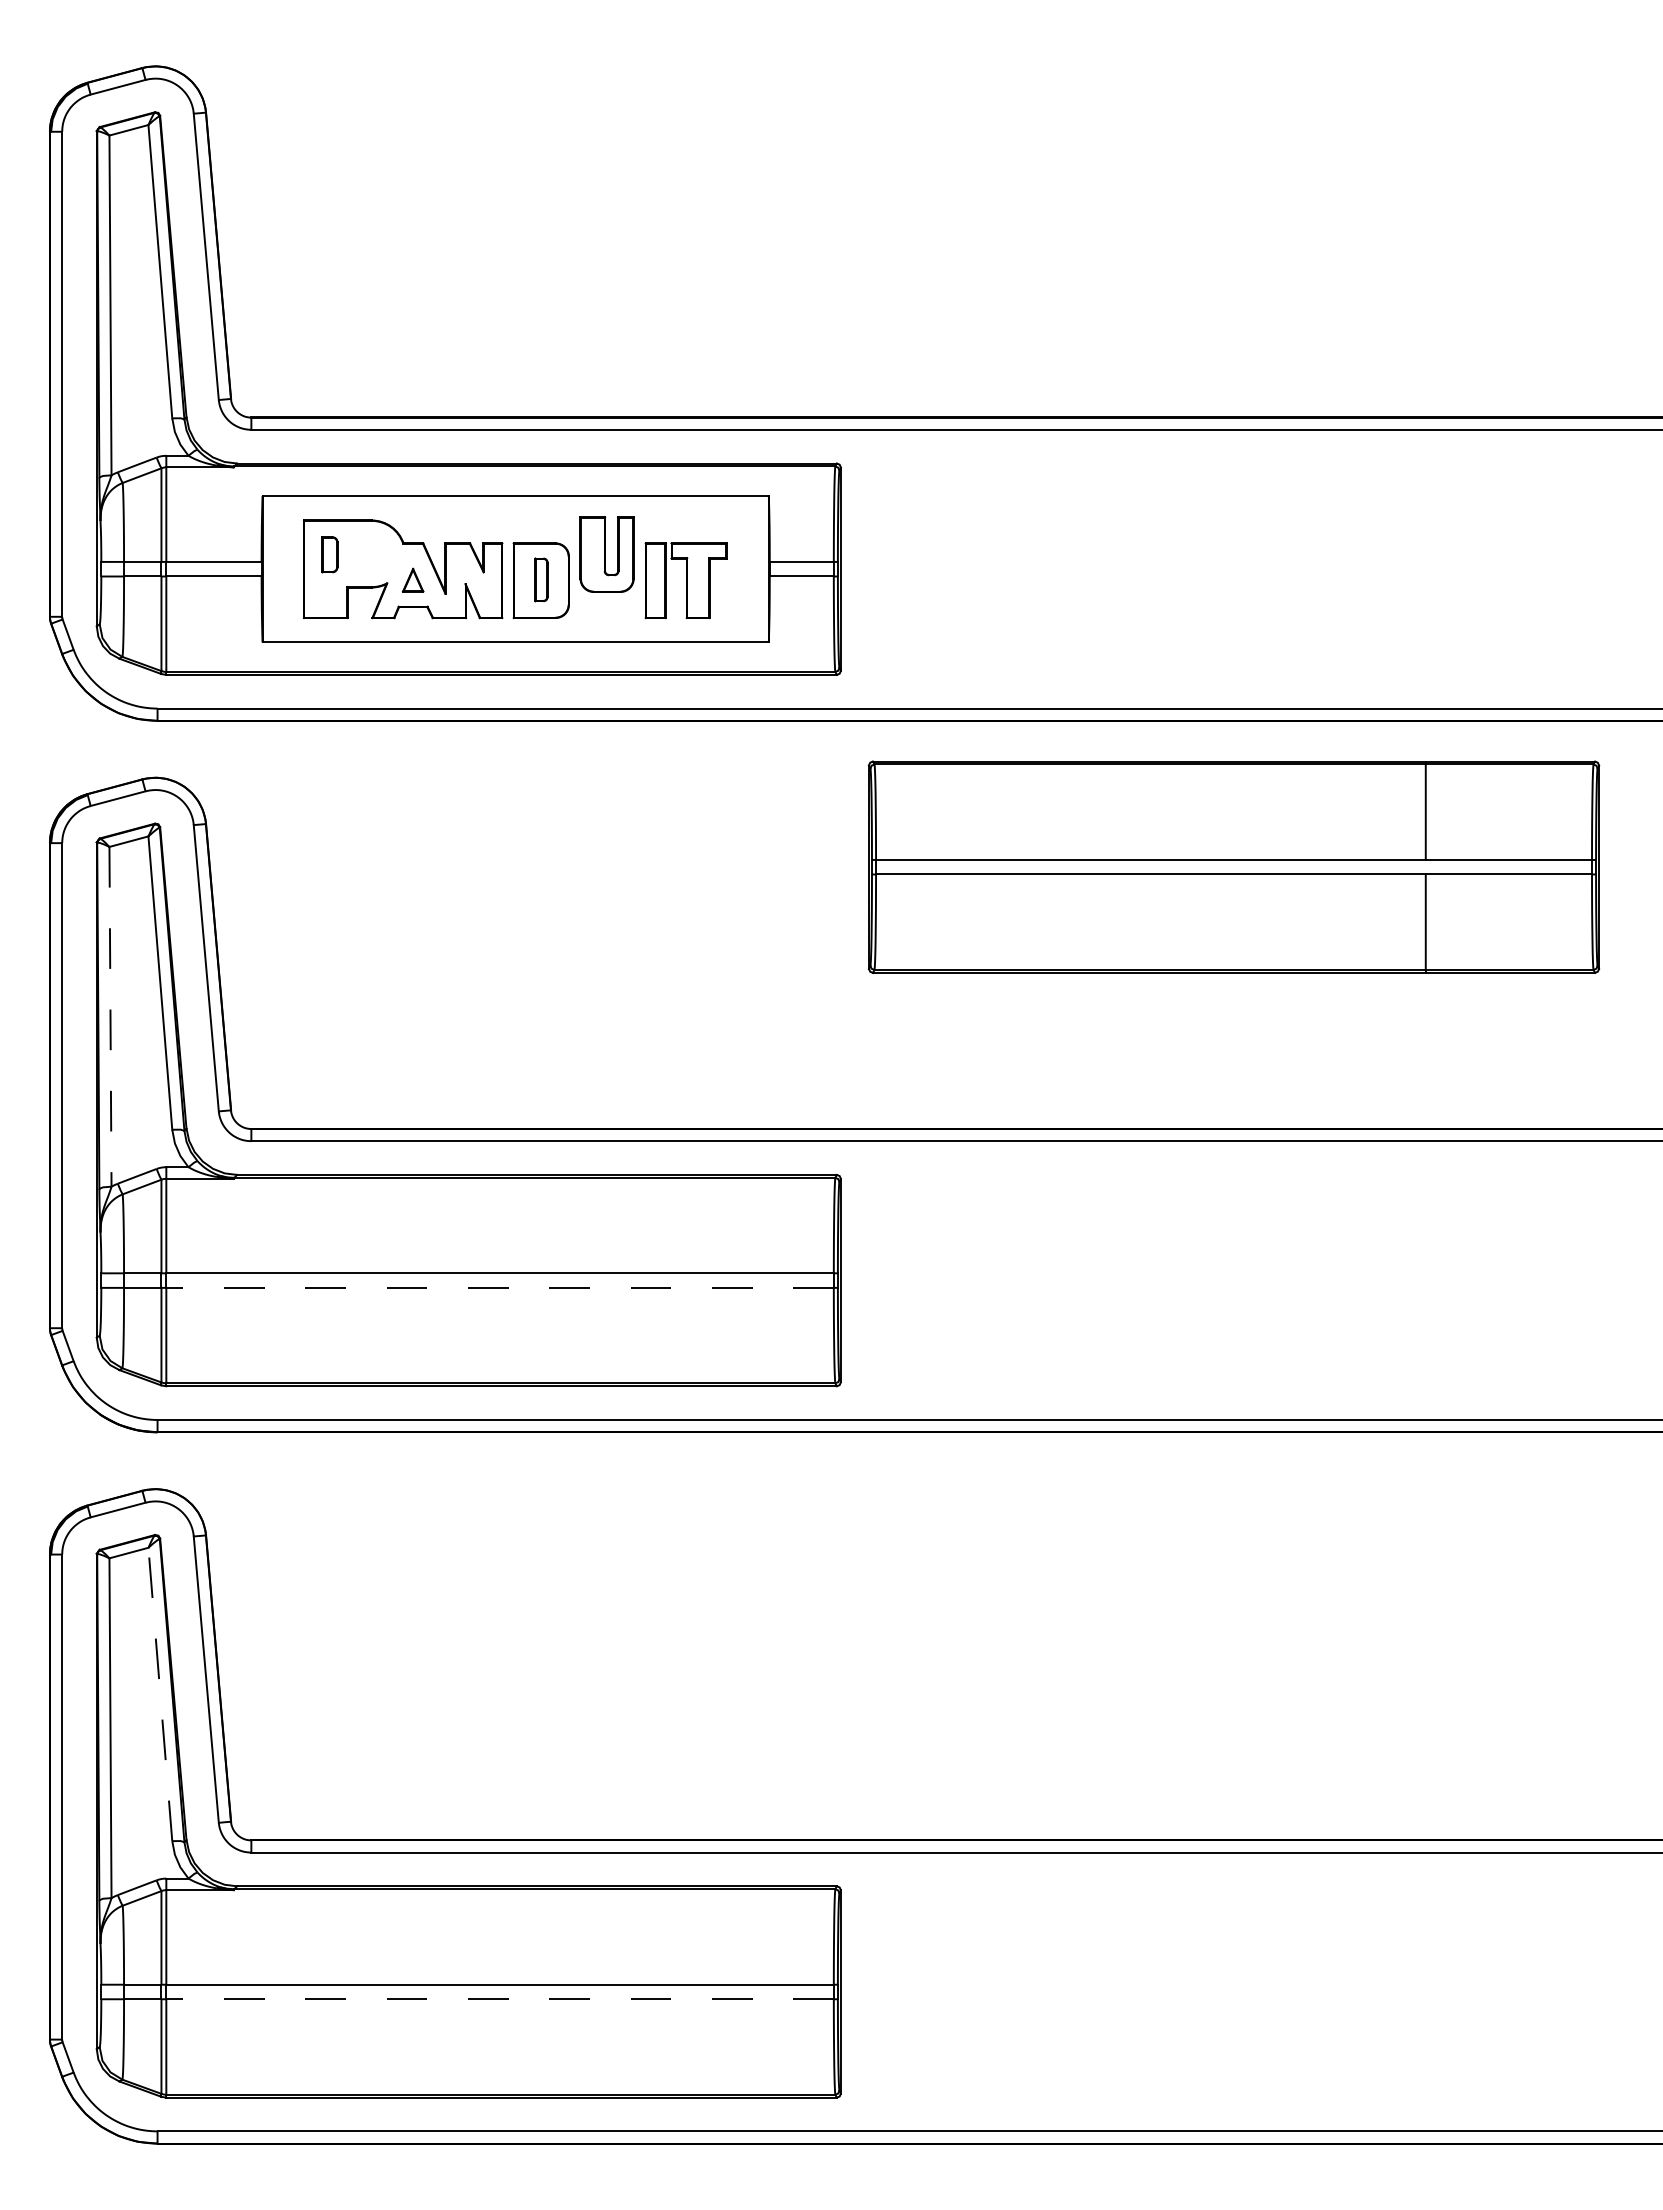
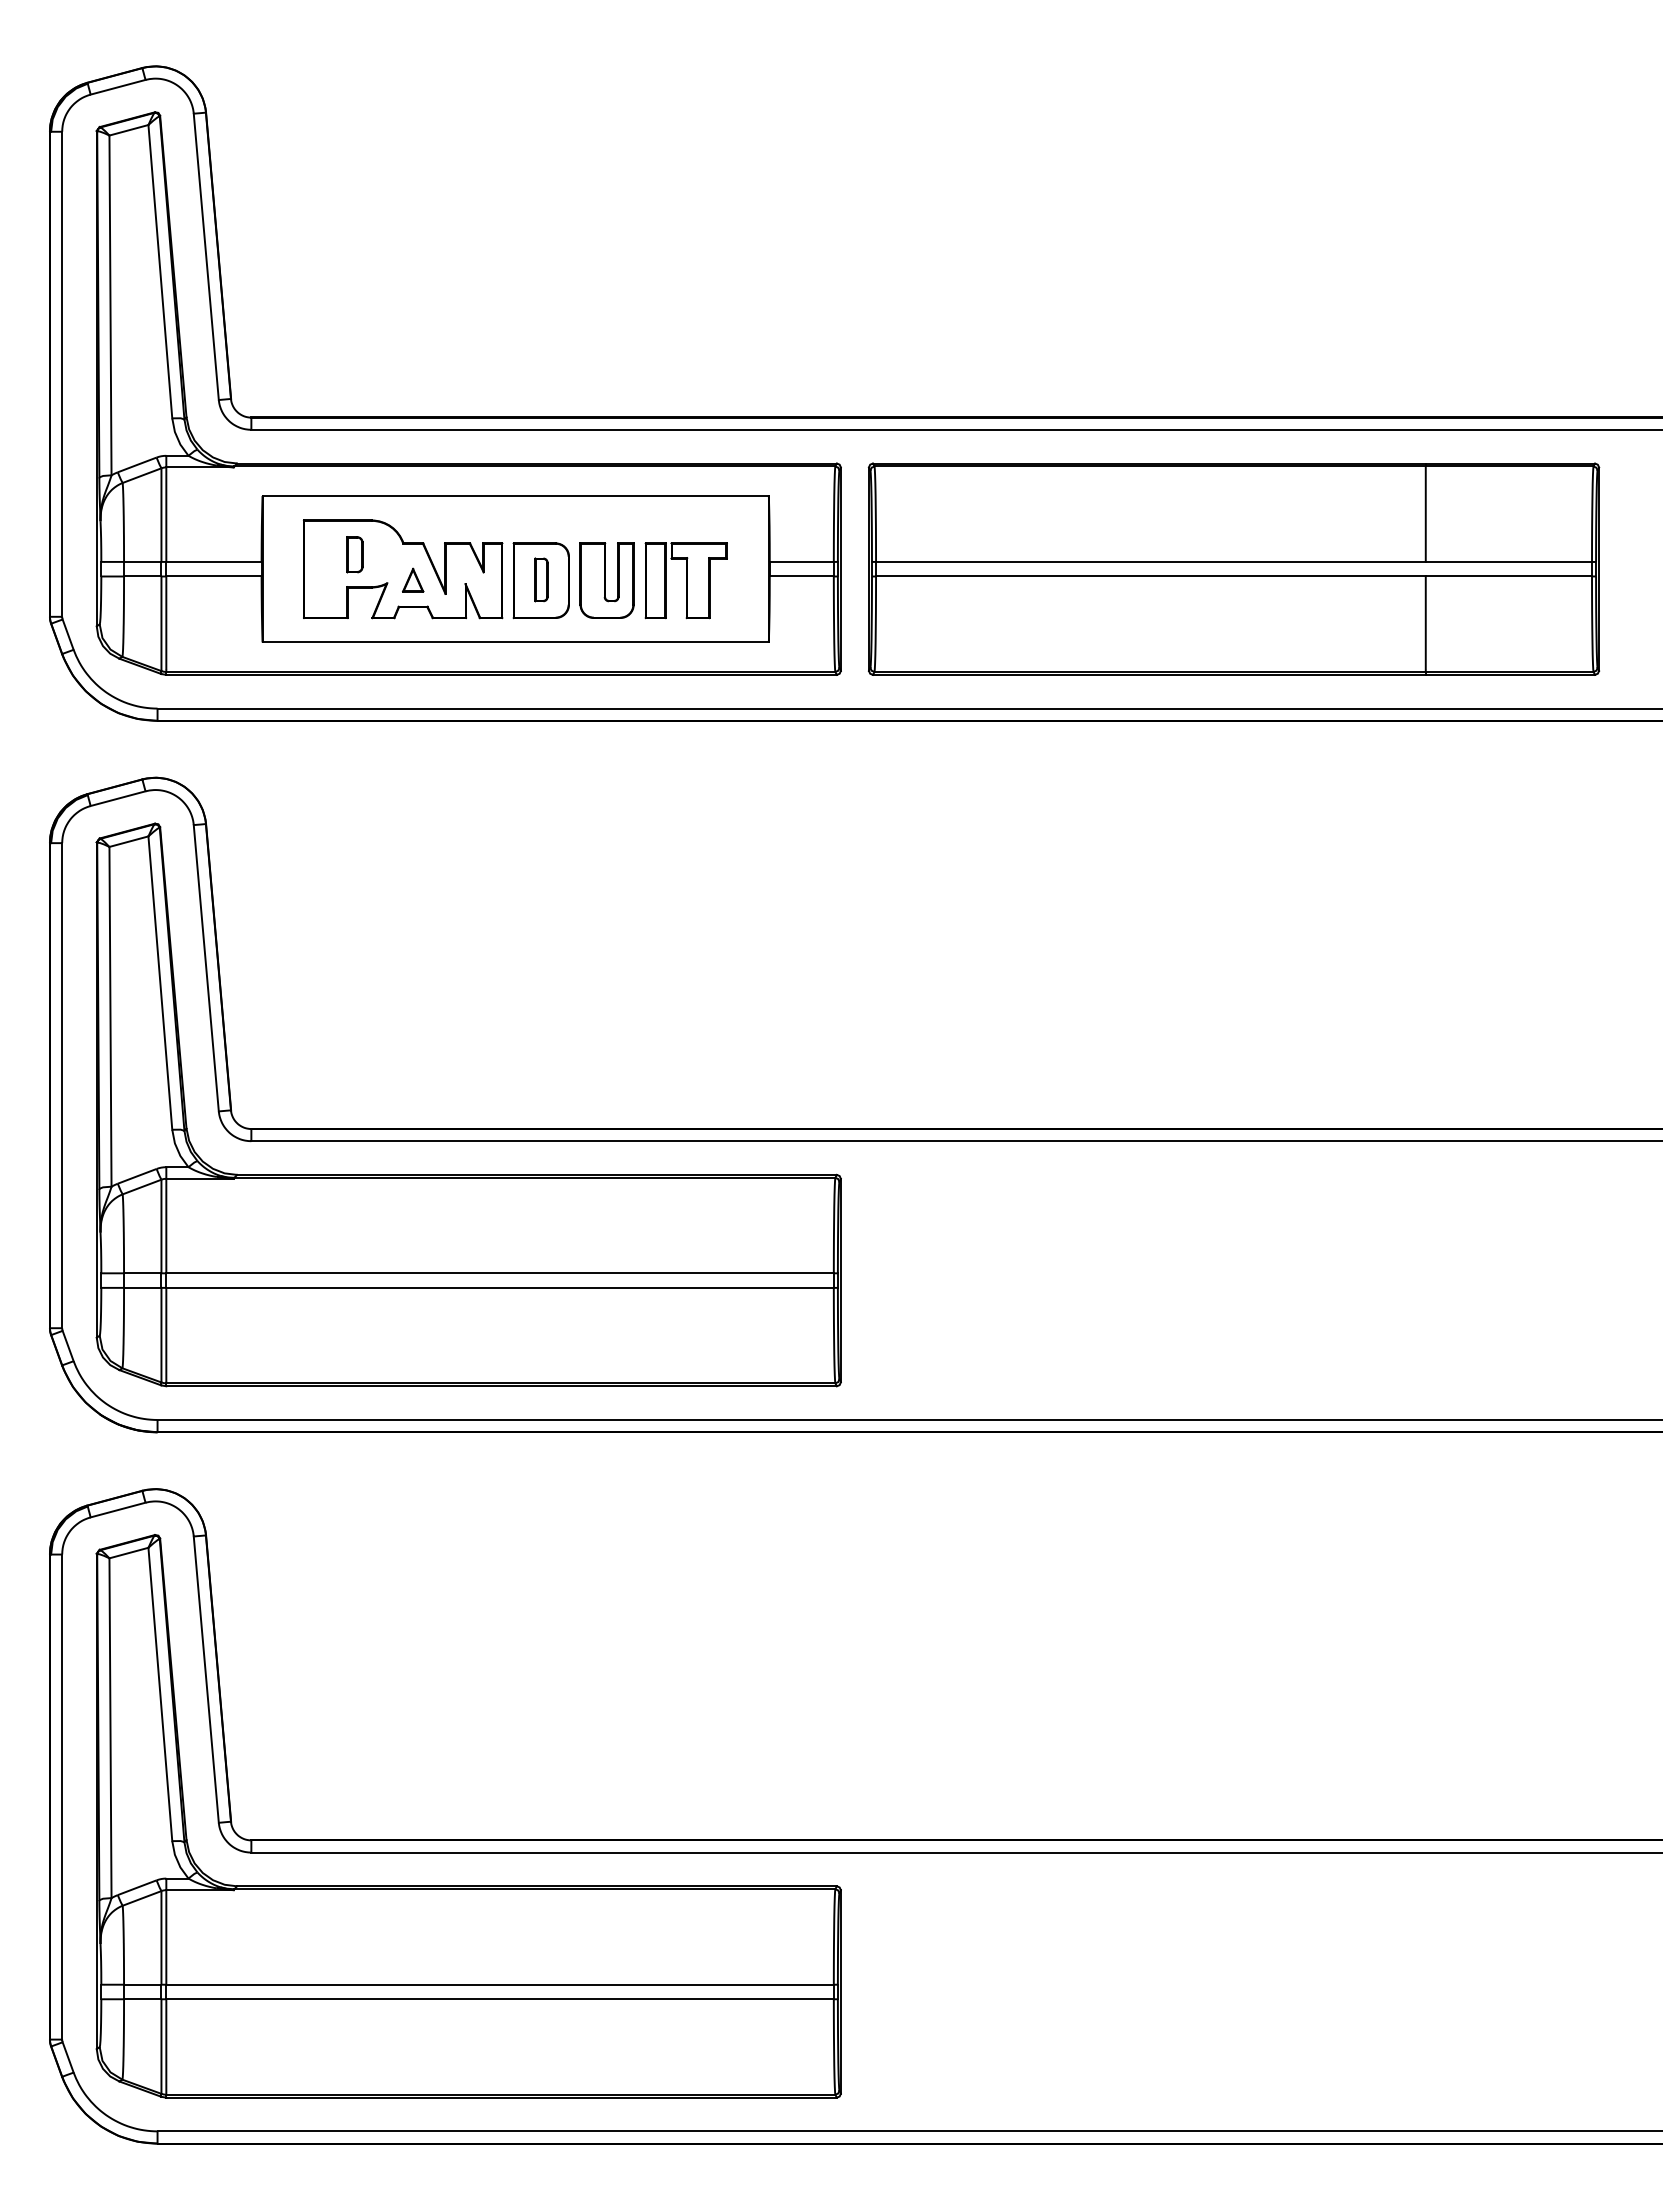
part at (329, 554) position: (329, 554) -> (354, 554)
part at (606, 554) position: (606, 554) -> (606, 580)
part at (1233, 866) position: (1233, 866) -> (1233, 568)
line at (110, 1016): dashed -> solid
line at (500, 1287): dashed -> solid
line at (160, 1693): dashed -> solid
line at (500, 1999): dashed -> solid
